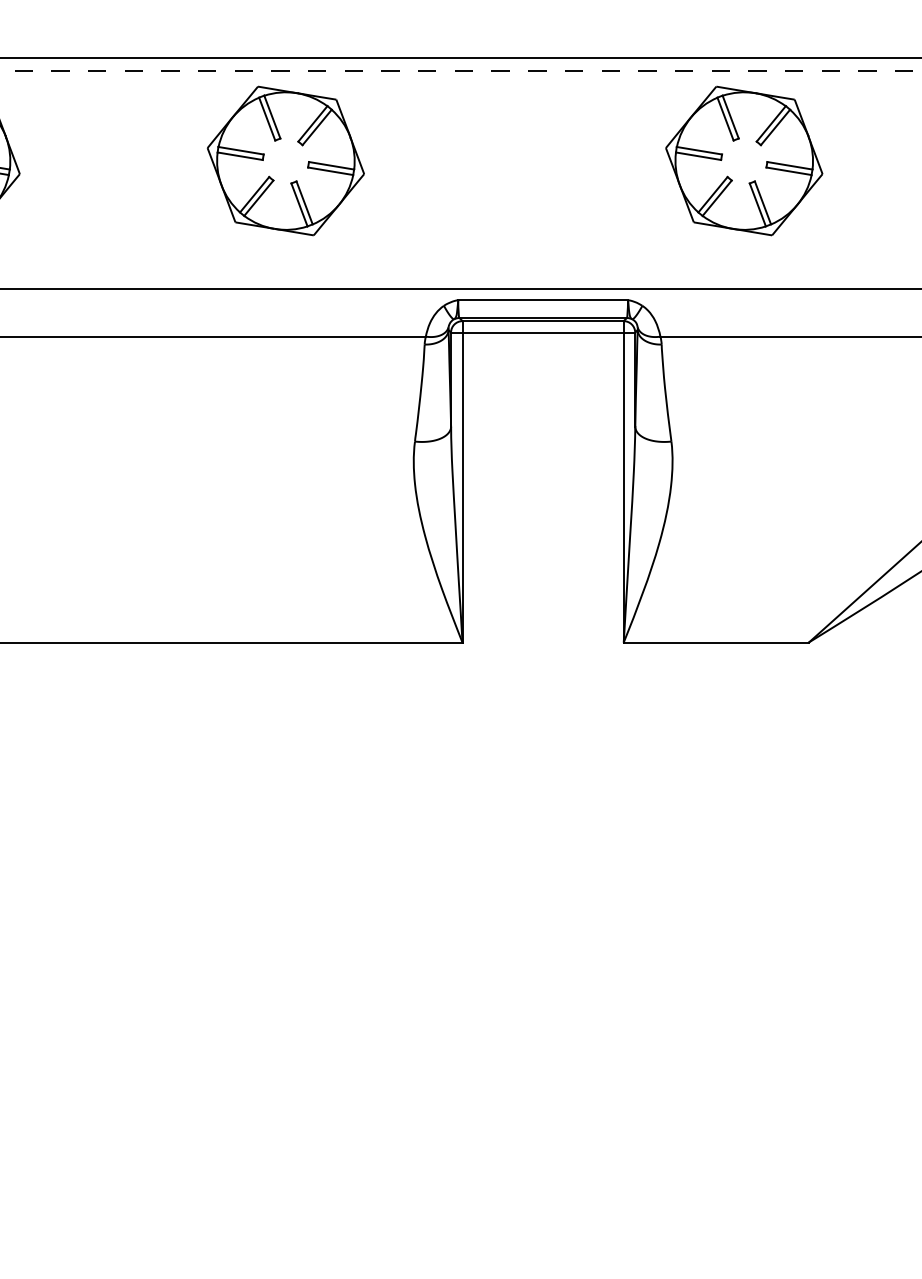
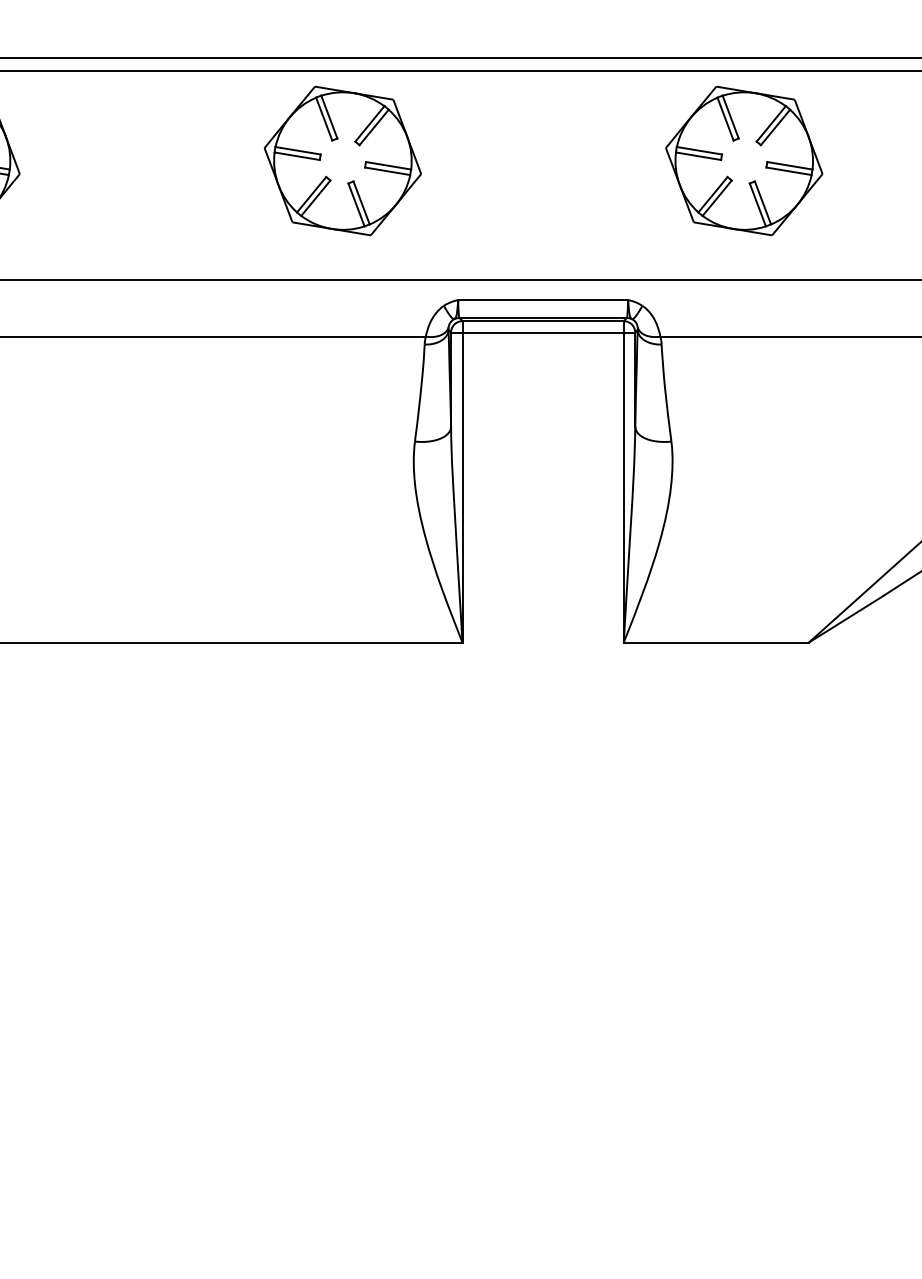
line at (461, 71): dashed -> solid
part at (285, 160) position: (285, 160) -> (342, 160)
line at (460, 288) position: (460, 288) -> (460, 279)
